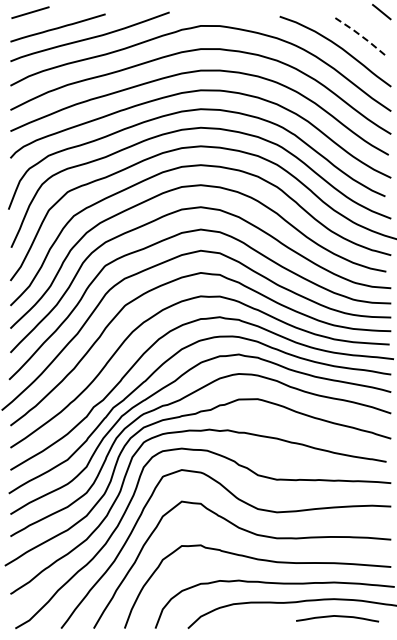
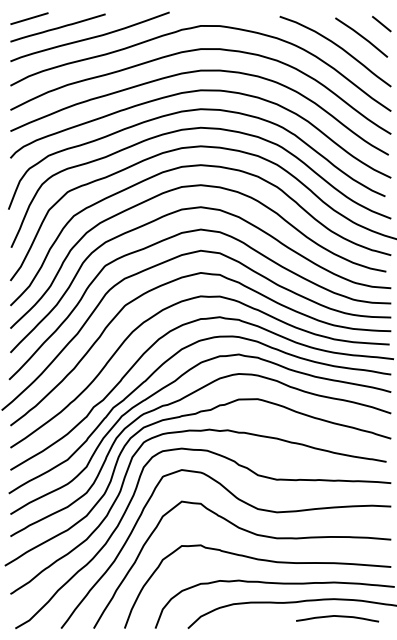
line at (30, 12) position: (30, 12) -> (29, 18)
line at (381, 12) position: (381, 12) -> (381, 24)
line at (362, 36): dashed -> solid
